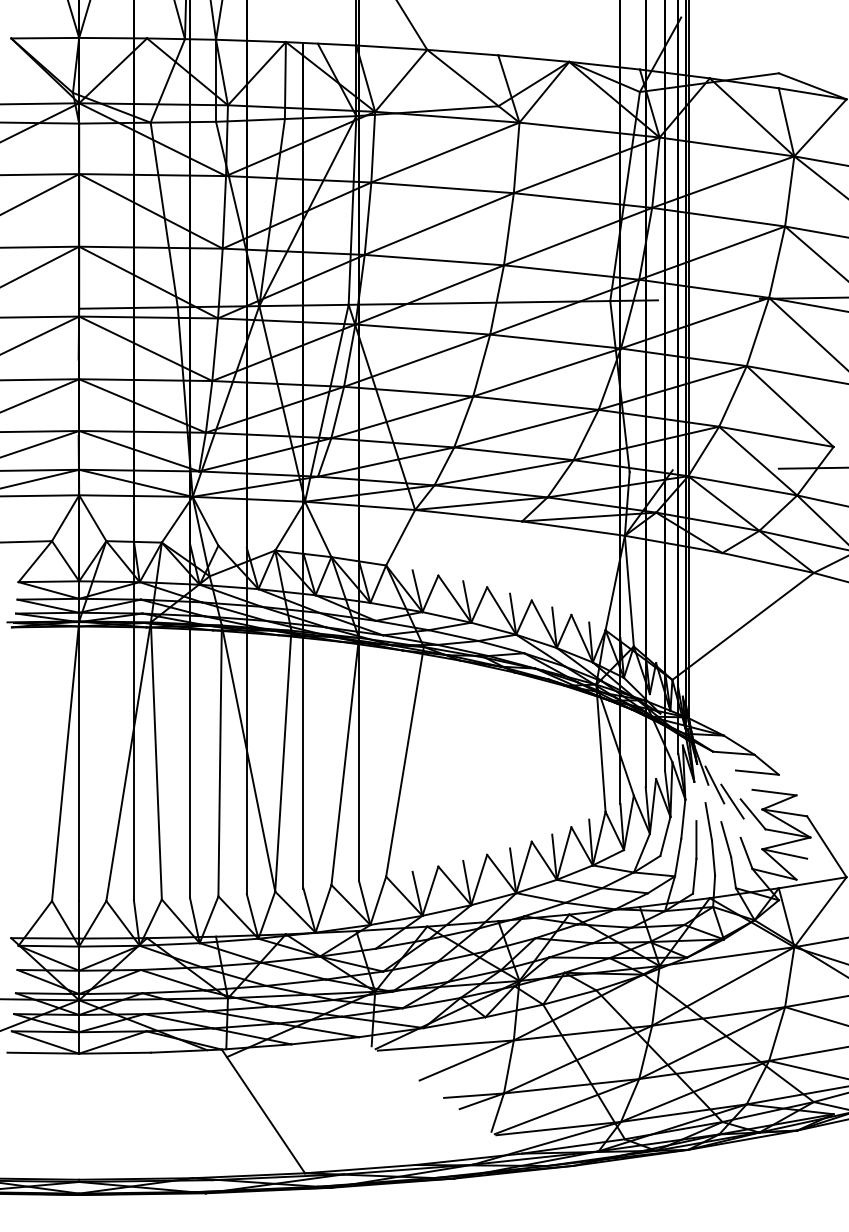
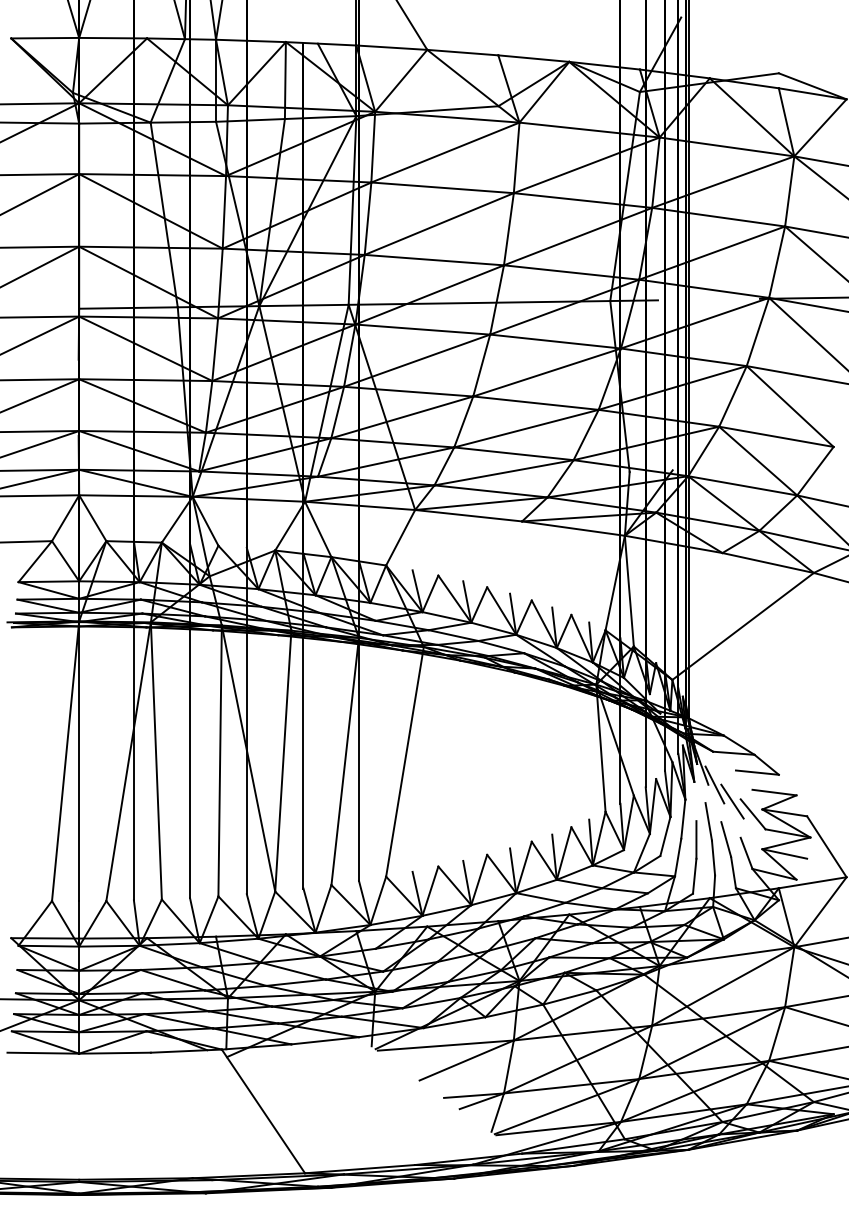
line at (811, 467): present -> none
